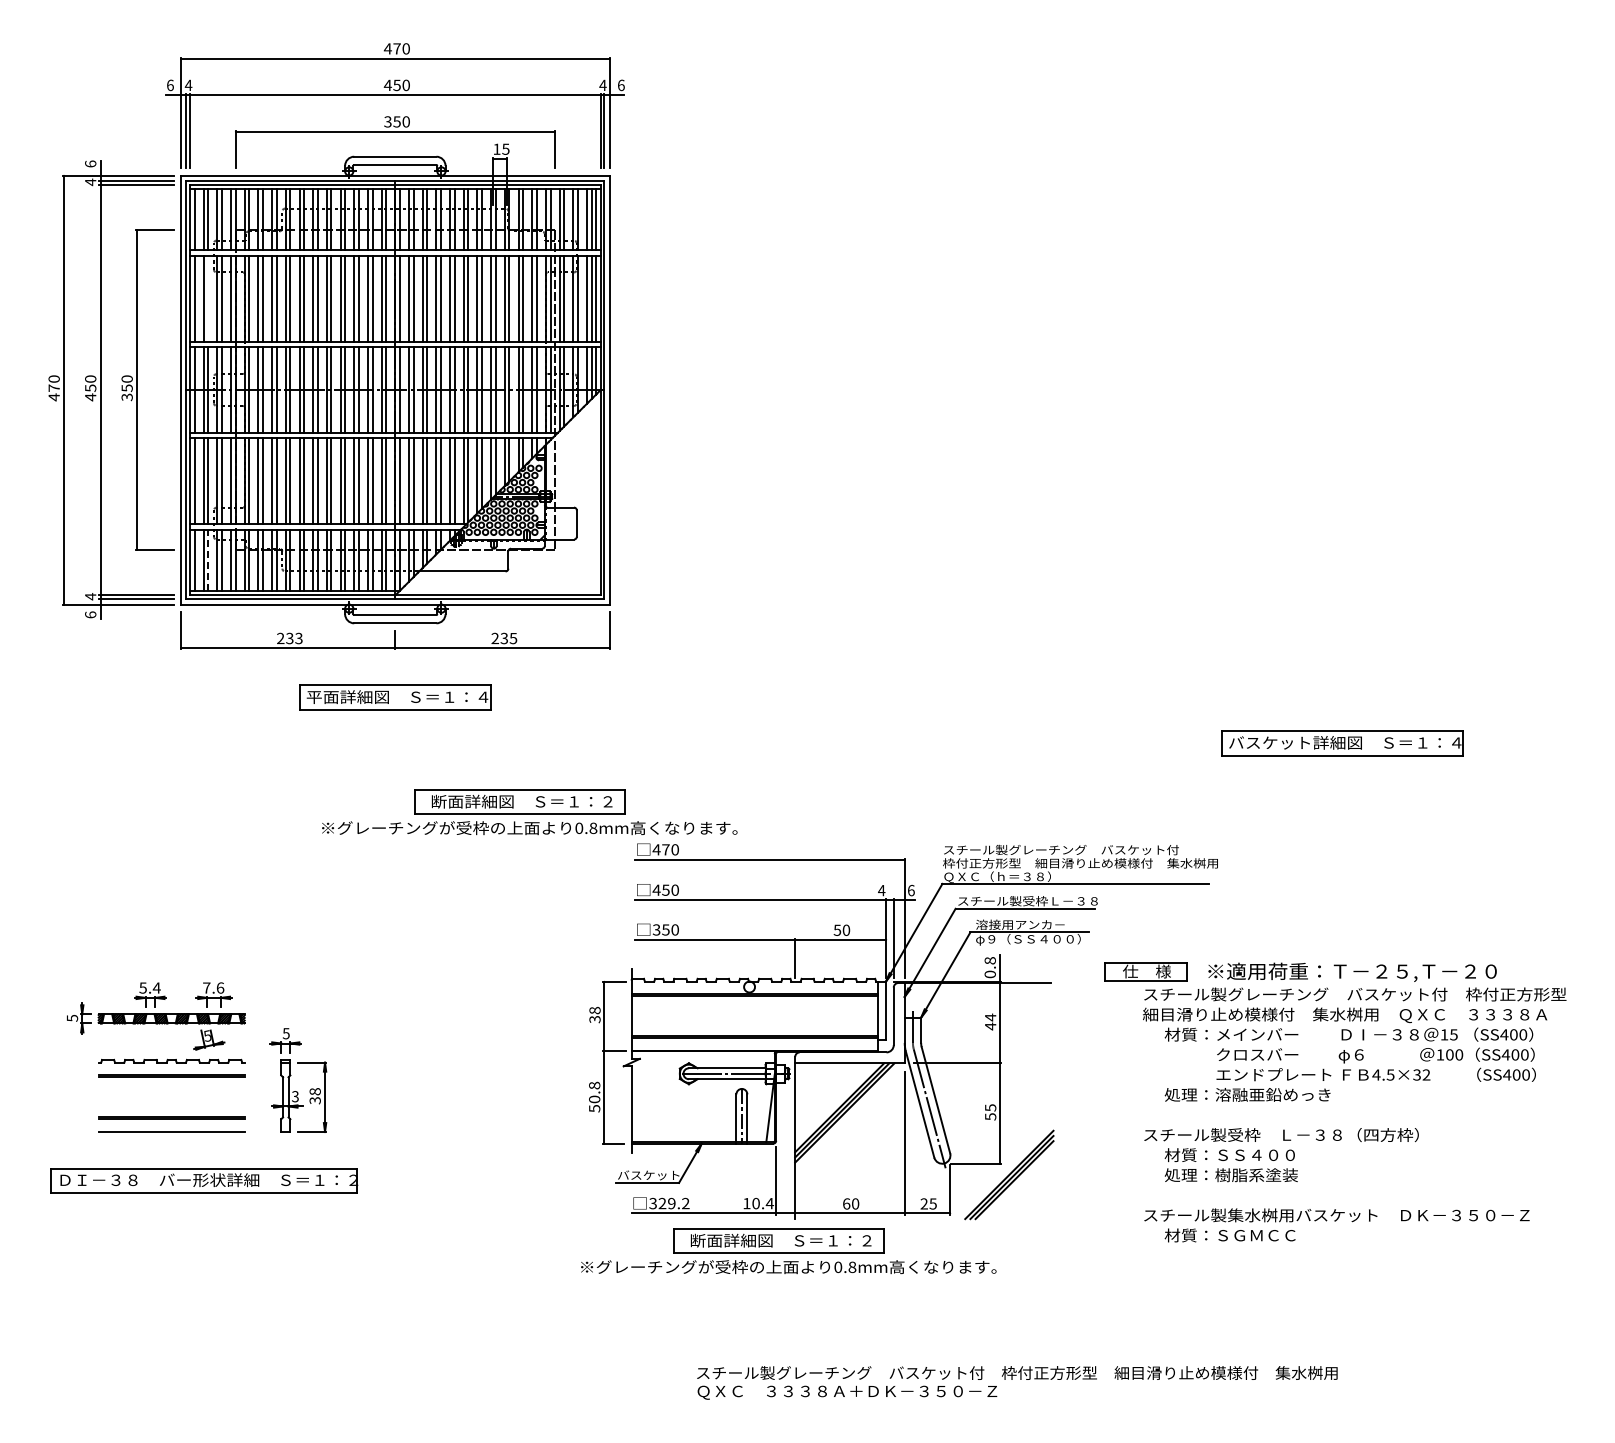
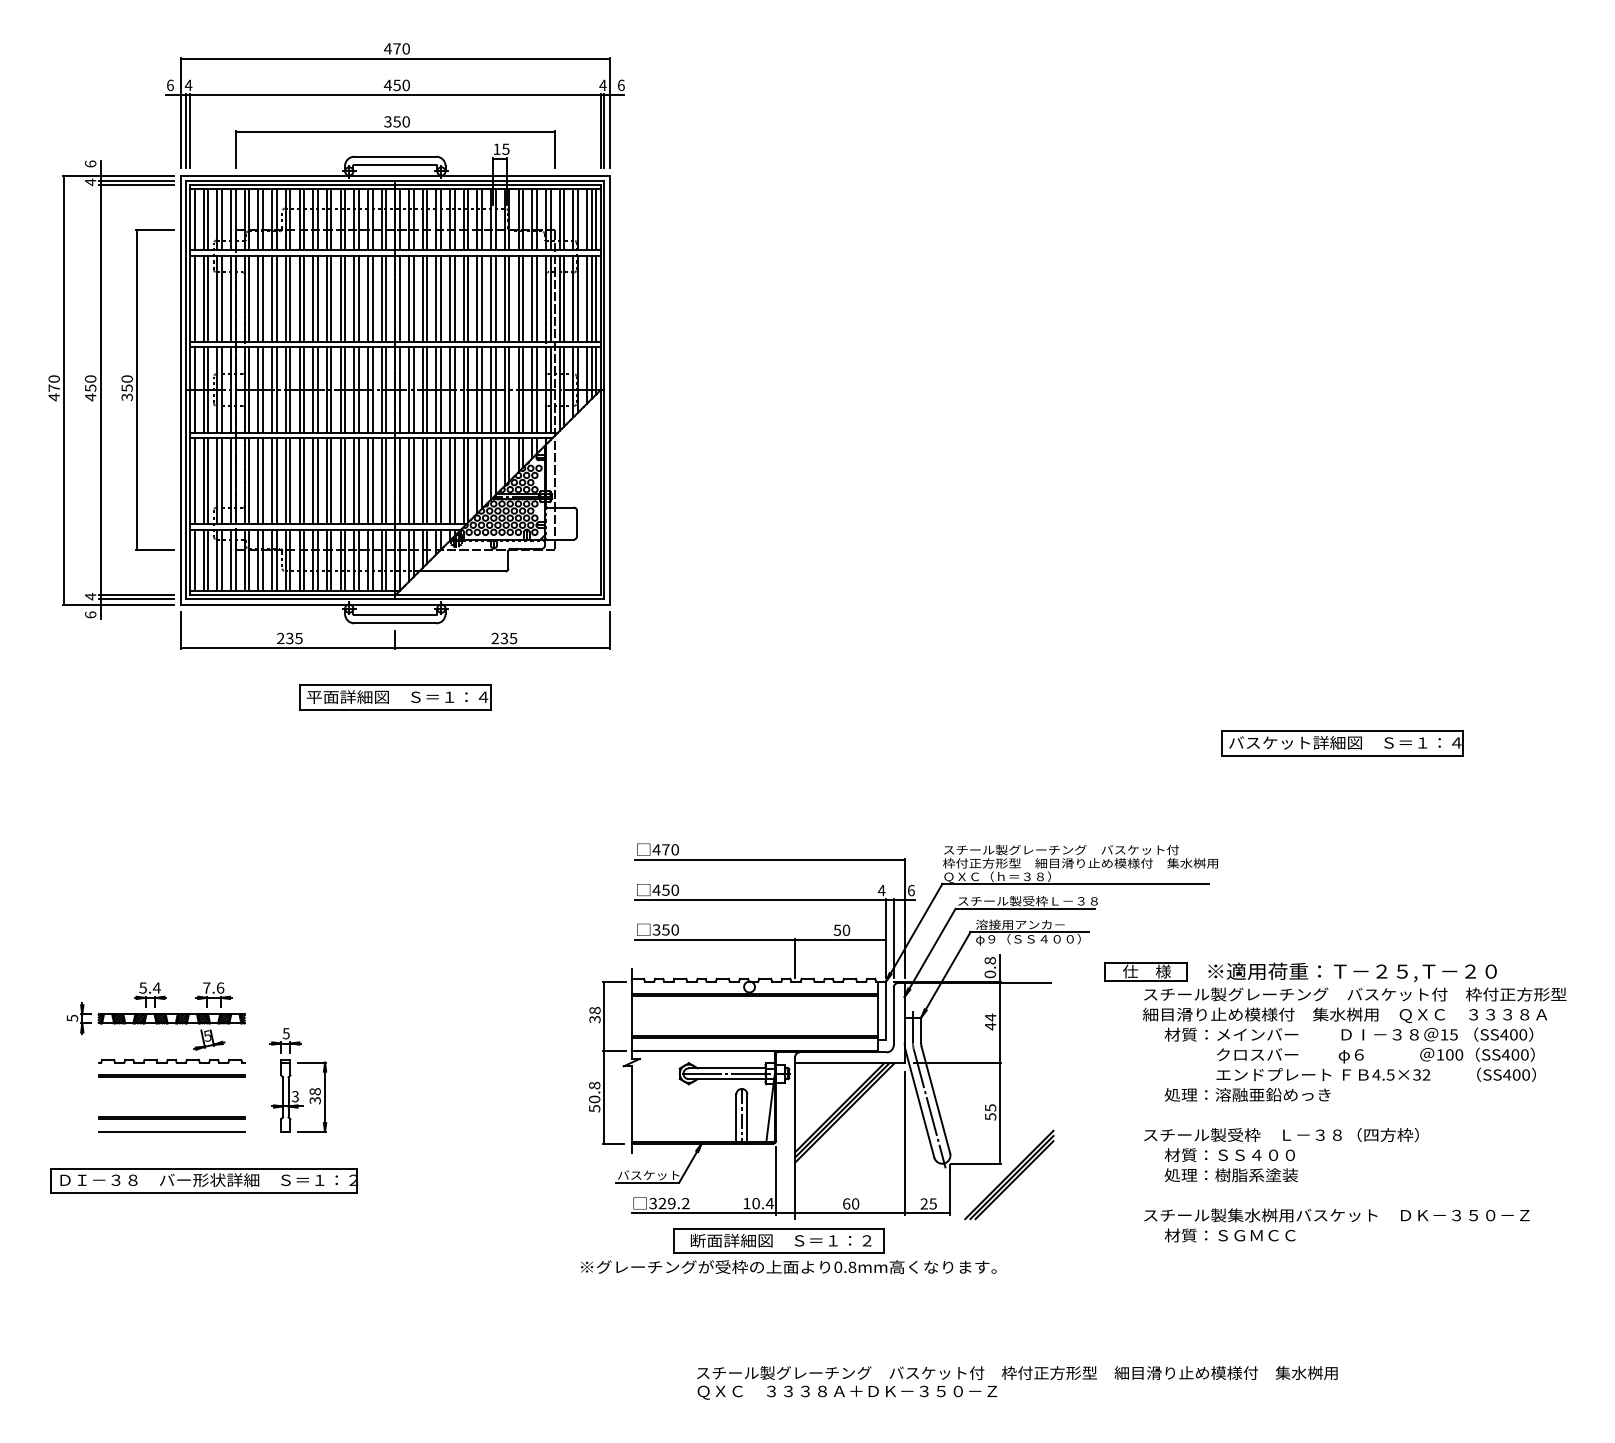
line at (208, 298): none -> present
line at (208, 560): dashed -> solid
text at (298, 637): 233 -> 235
part at (529, 812): present -> none
